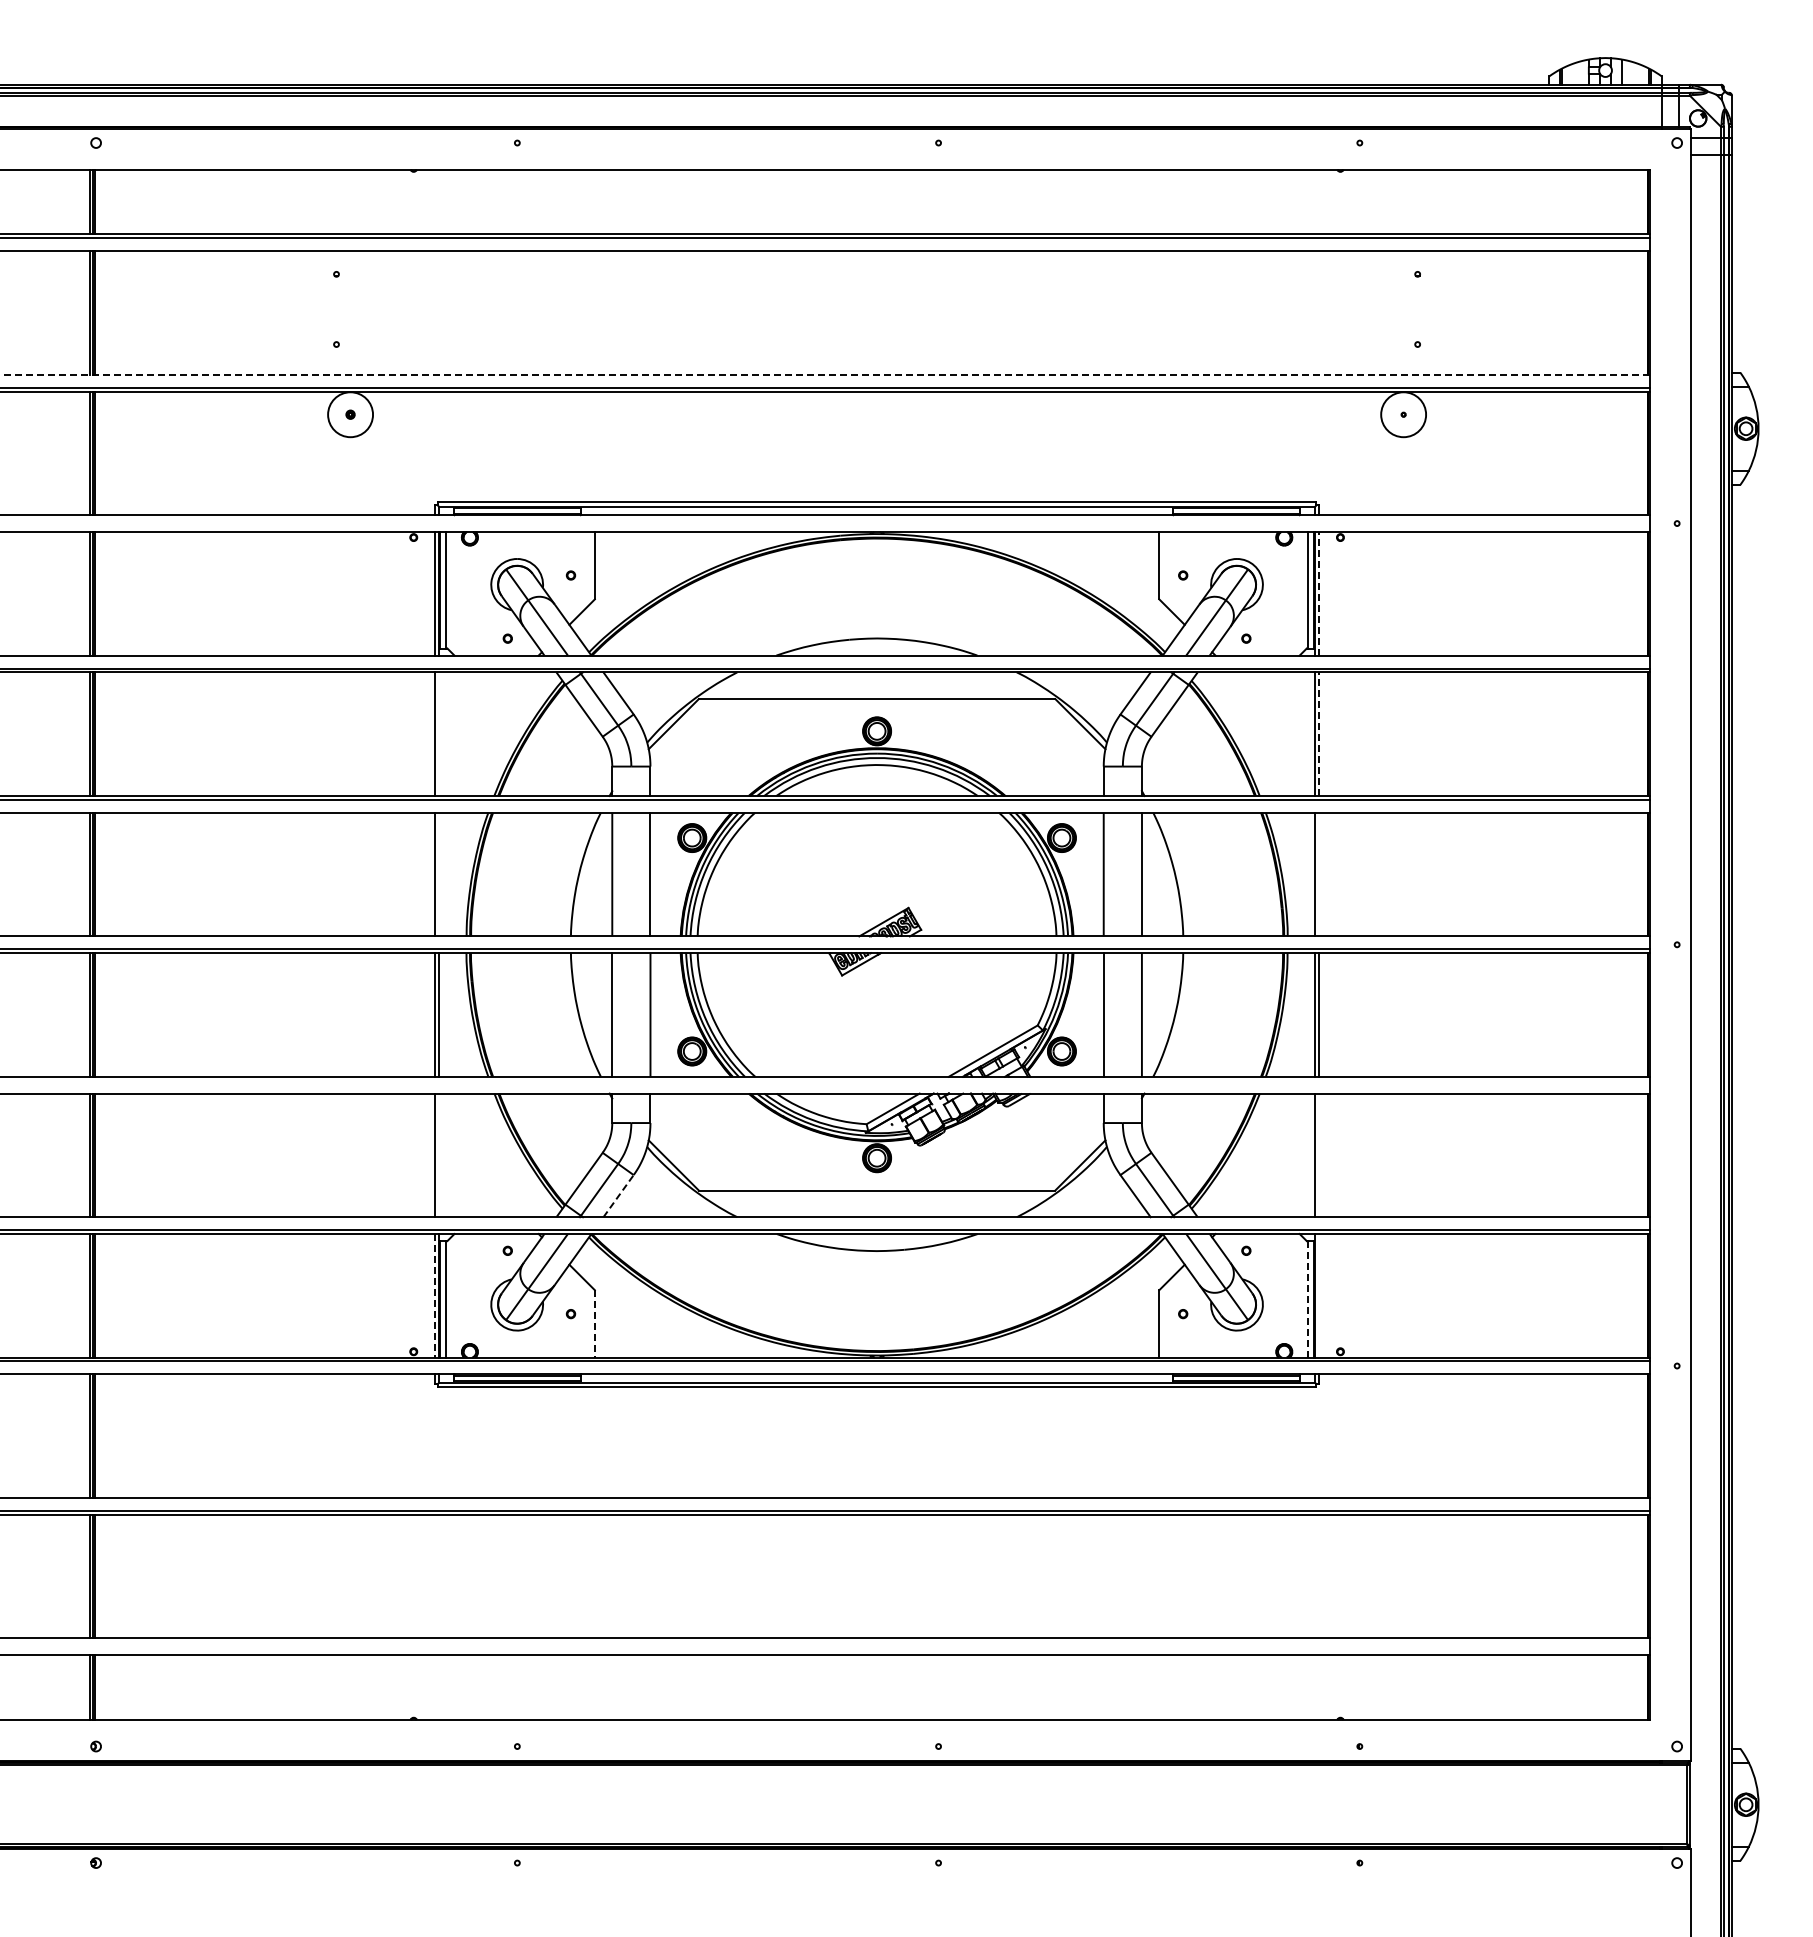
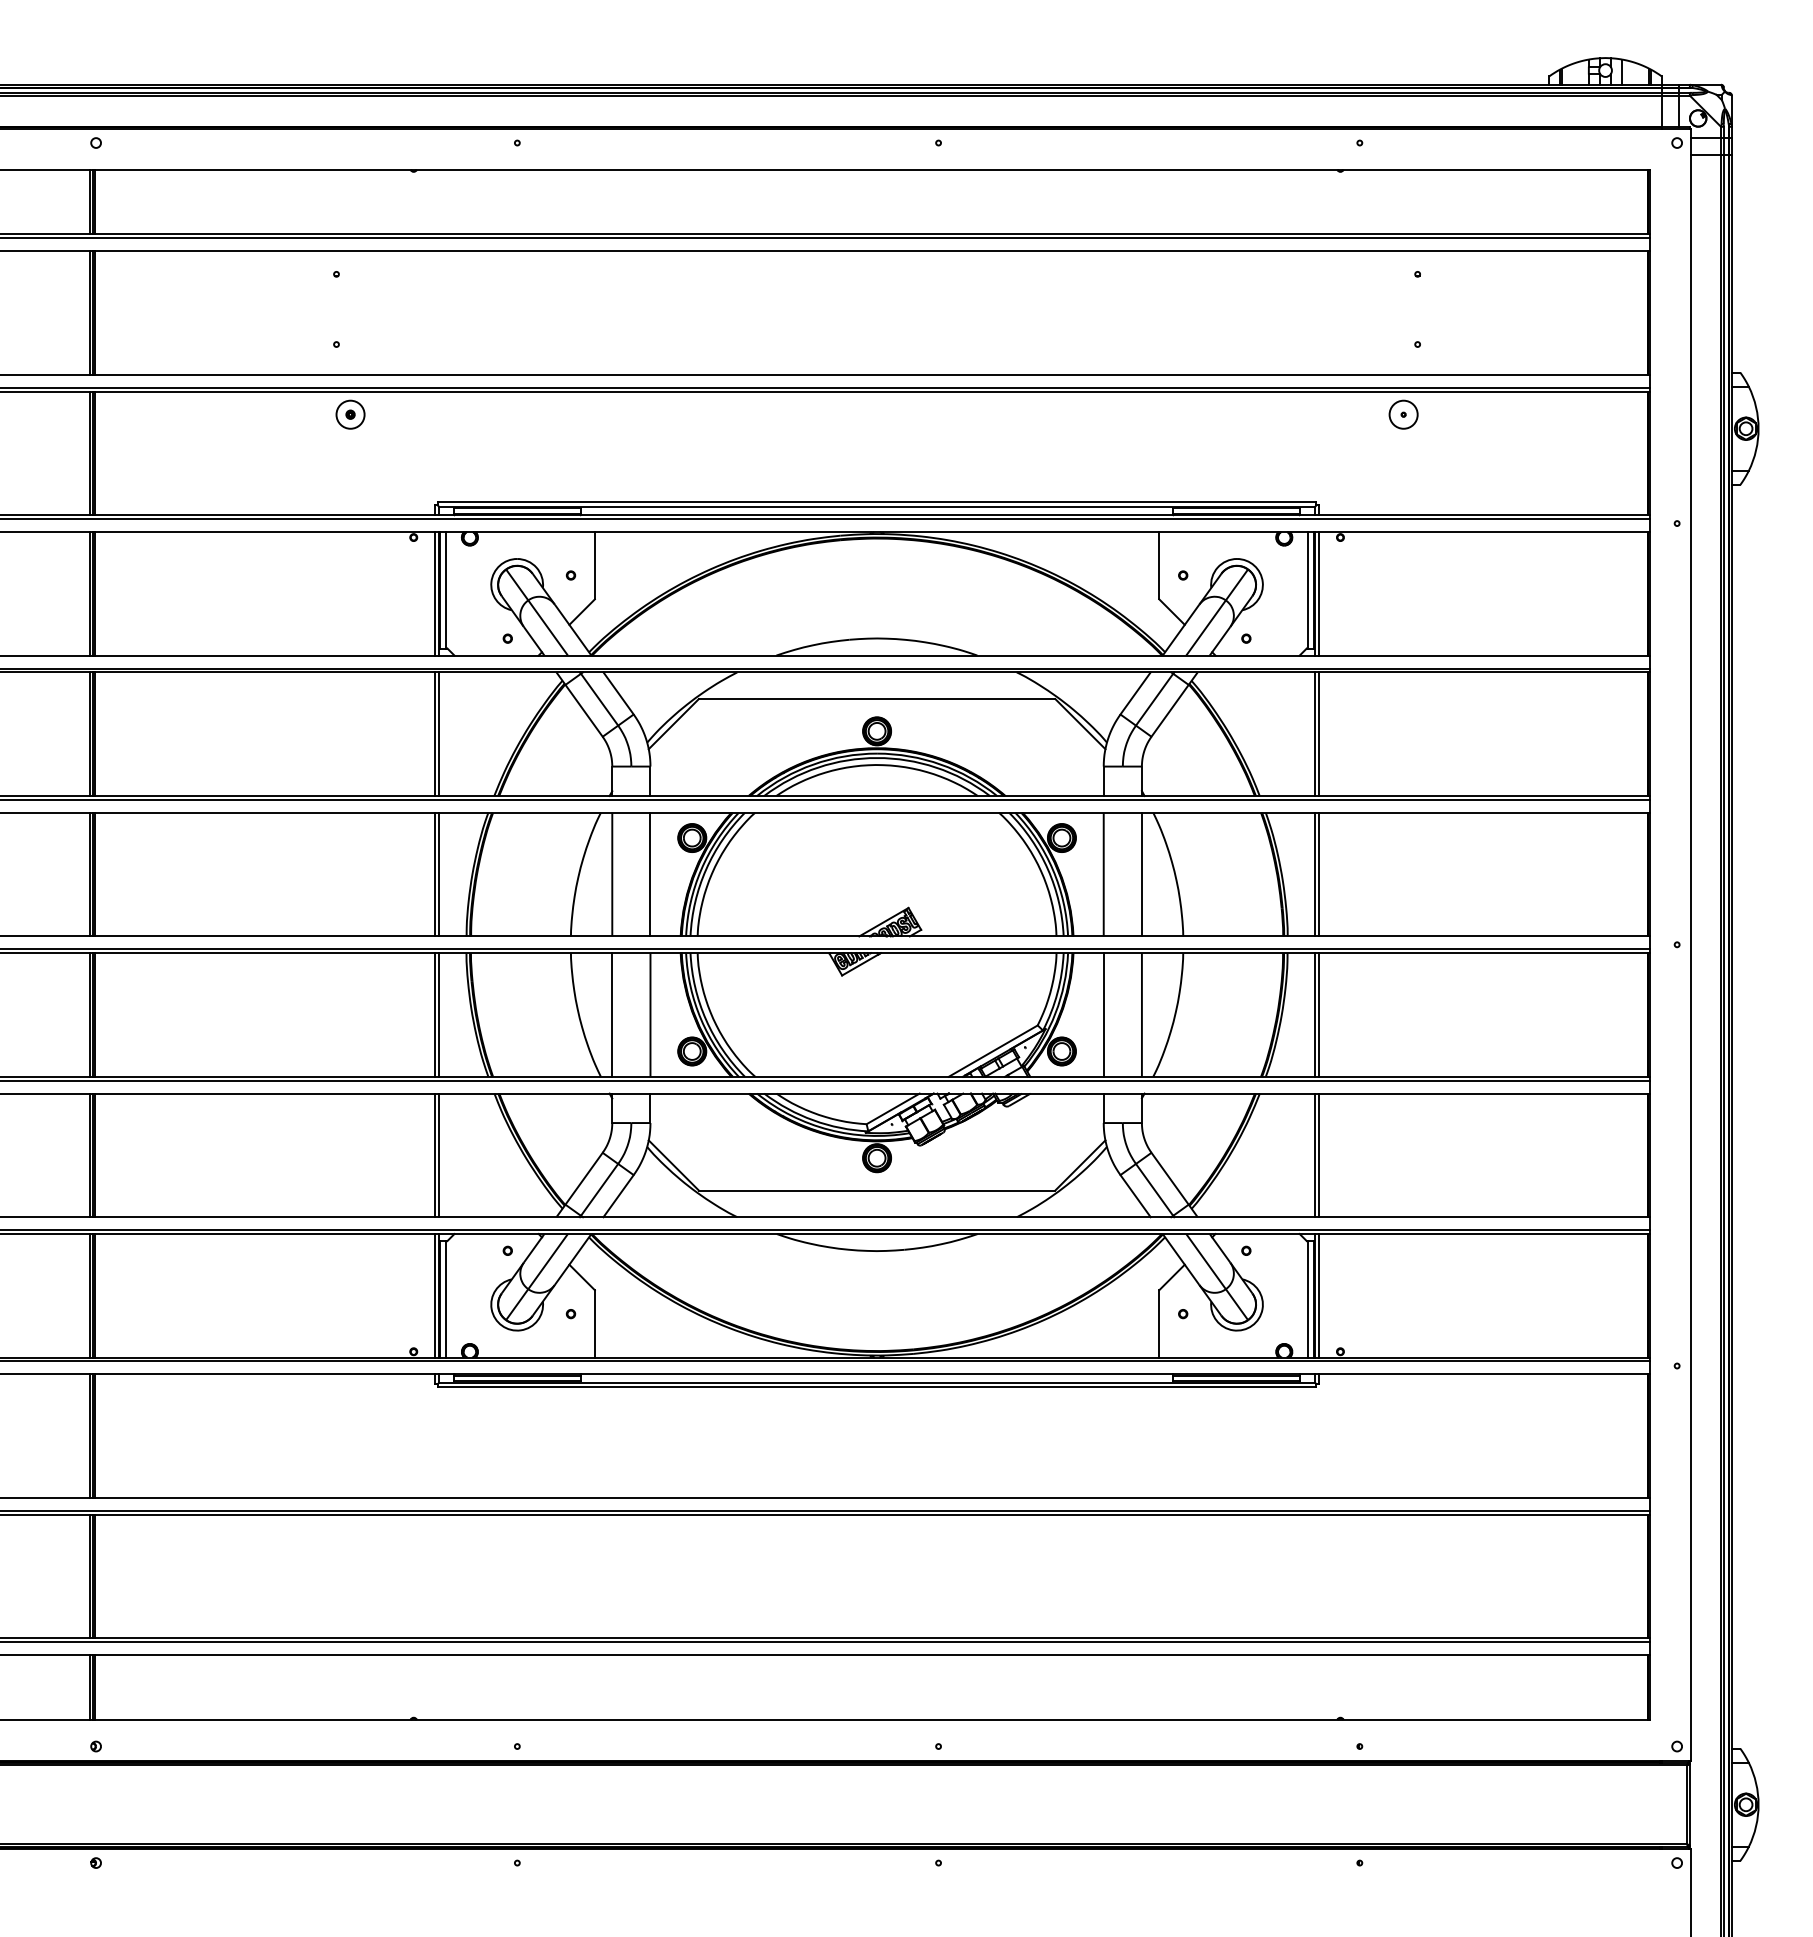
line at (825, 374): dashed -> solid
circle at (350, 414) diameter: 45 px -> 28 px
circle at (1403, 414) diameter: 45 px -> 28 px
line at (826, 518): none -> present
line at (1319, 593): dashed -> solid
line at (439, 733): none -> present
line at (1319, 734): dashed -> solid
line at (439, 874): none -> present
line at (1319, 874): none -> present
line at (826, 1080): none -> present
line at (439, 1155): none -> present
line at (1319, 1155): none -> present
line at (618, 1196): dashed -> solid
line at (434, 1295): dashed -> solid
line at (1319, 1295): none -> present
line at (1308, 1298): dashed -> solid
line at (594, 1323): dashed -> solid
line at (826, 1642): none -> present
